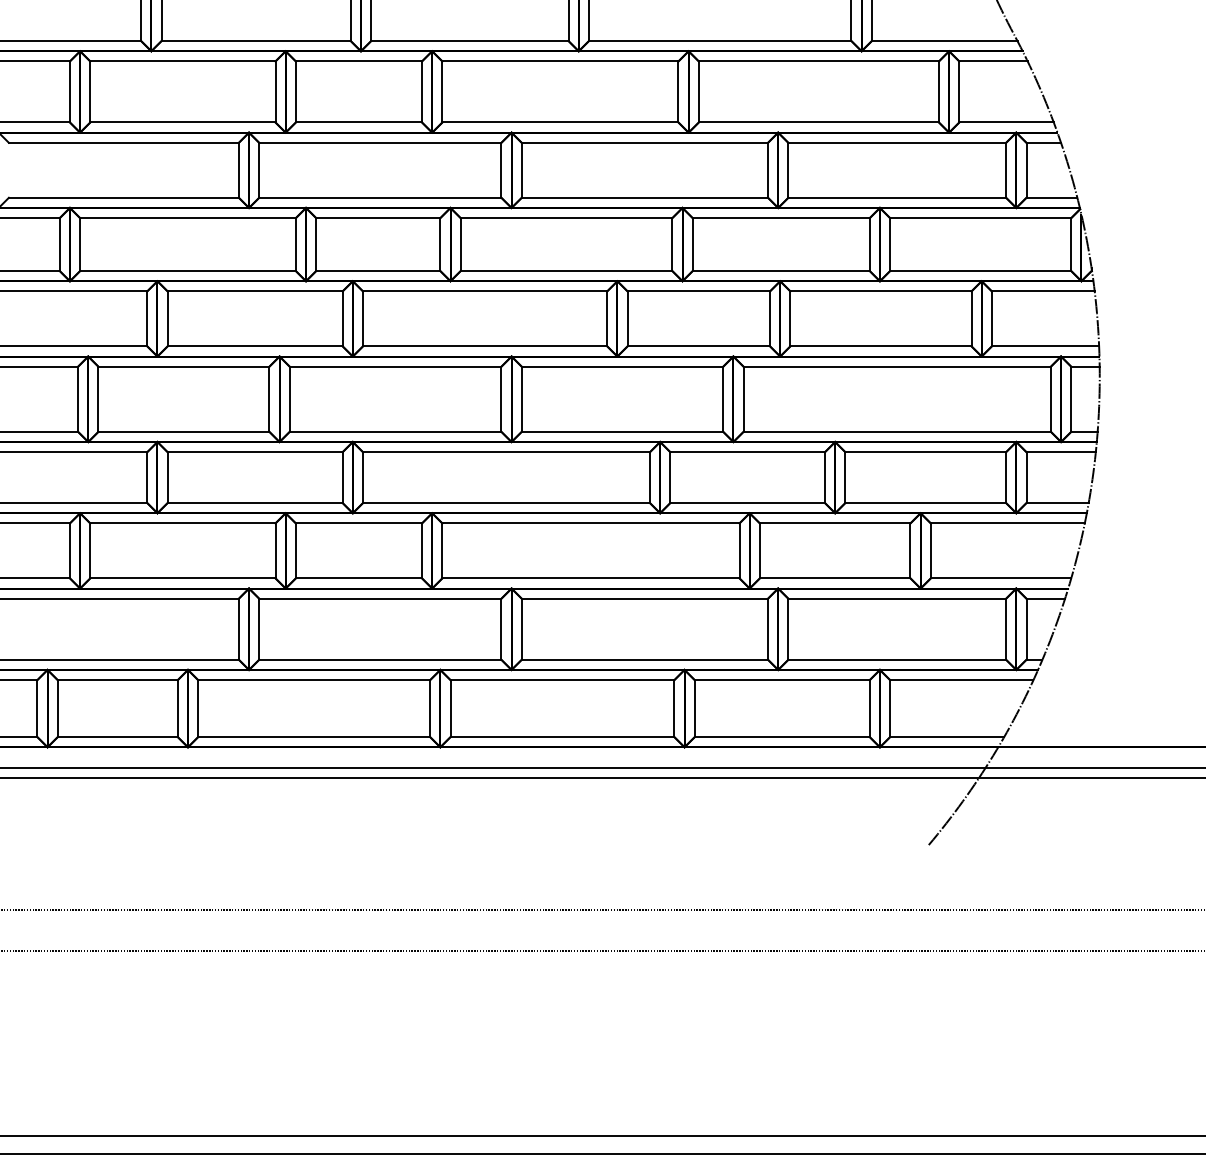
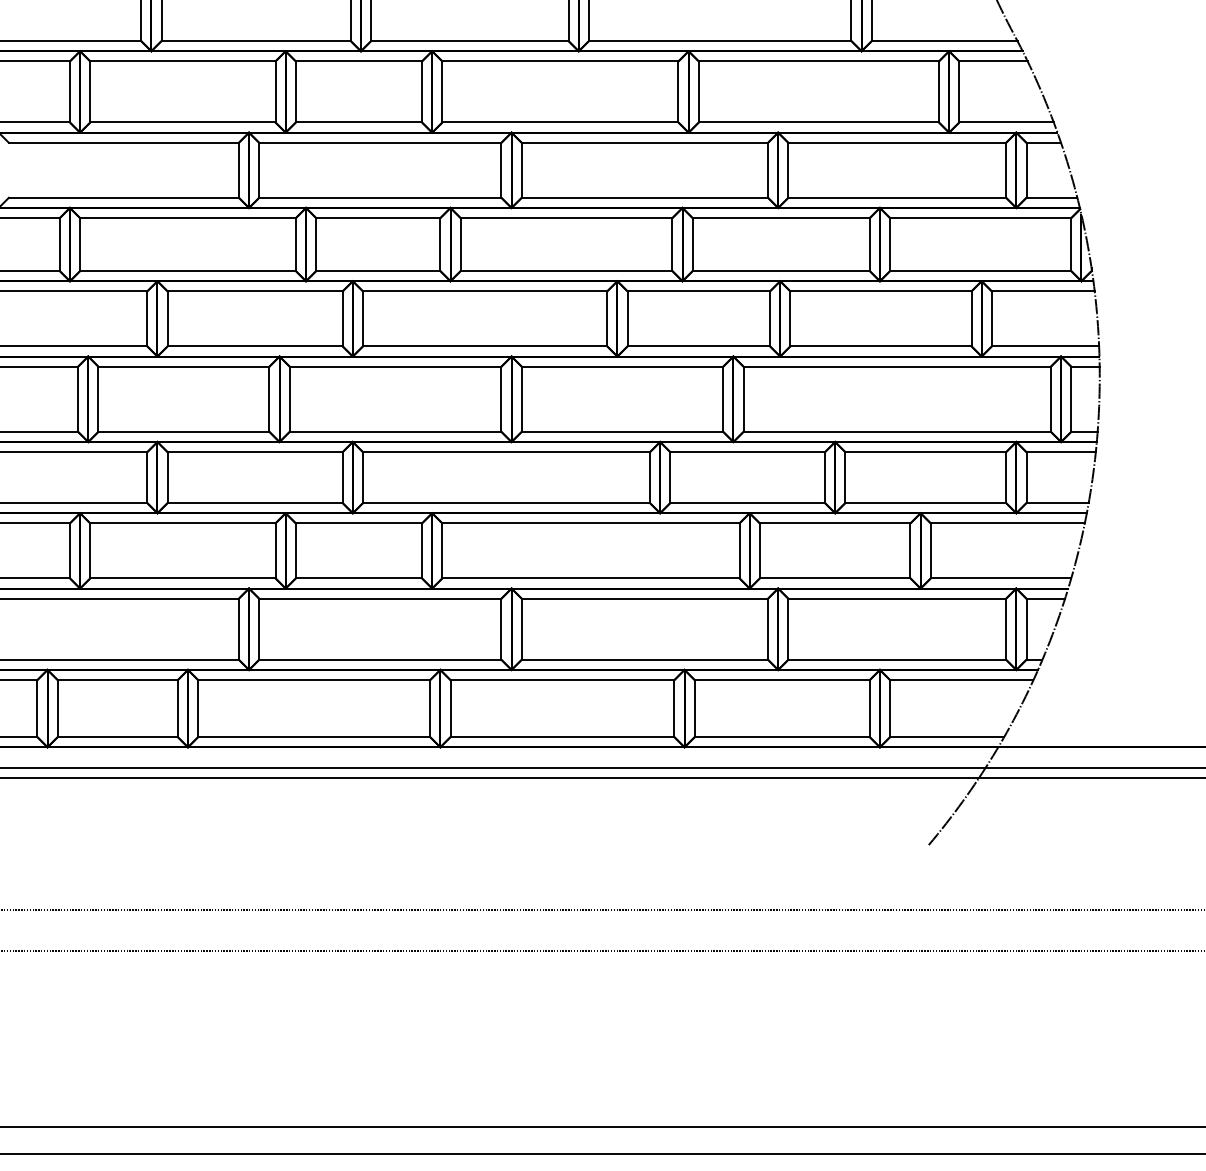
line at (602, 1136) position: (602, 1136) -> (602, 1127)
